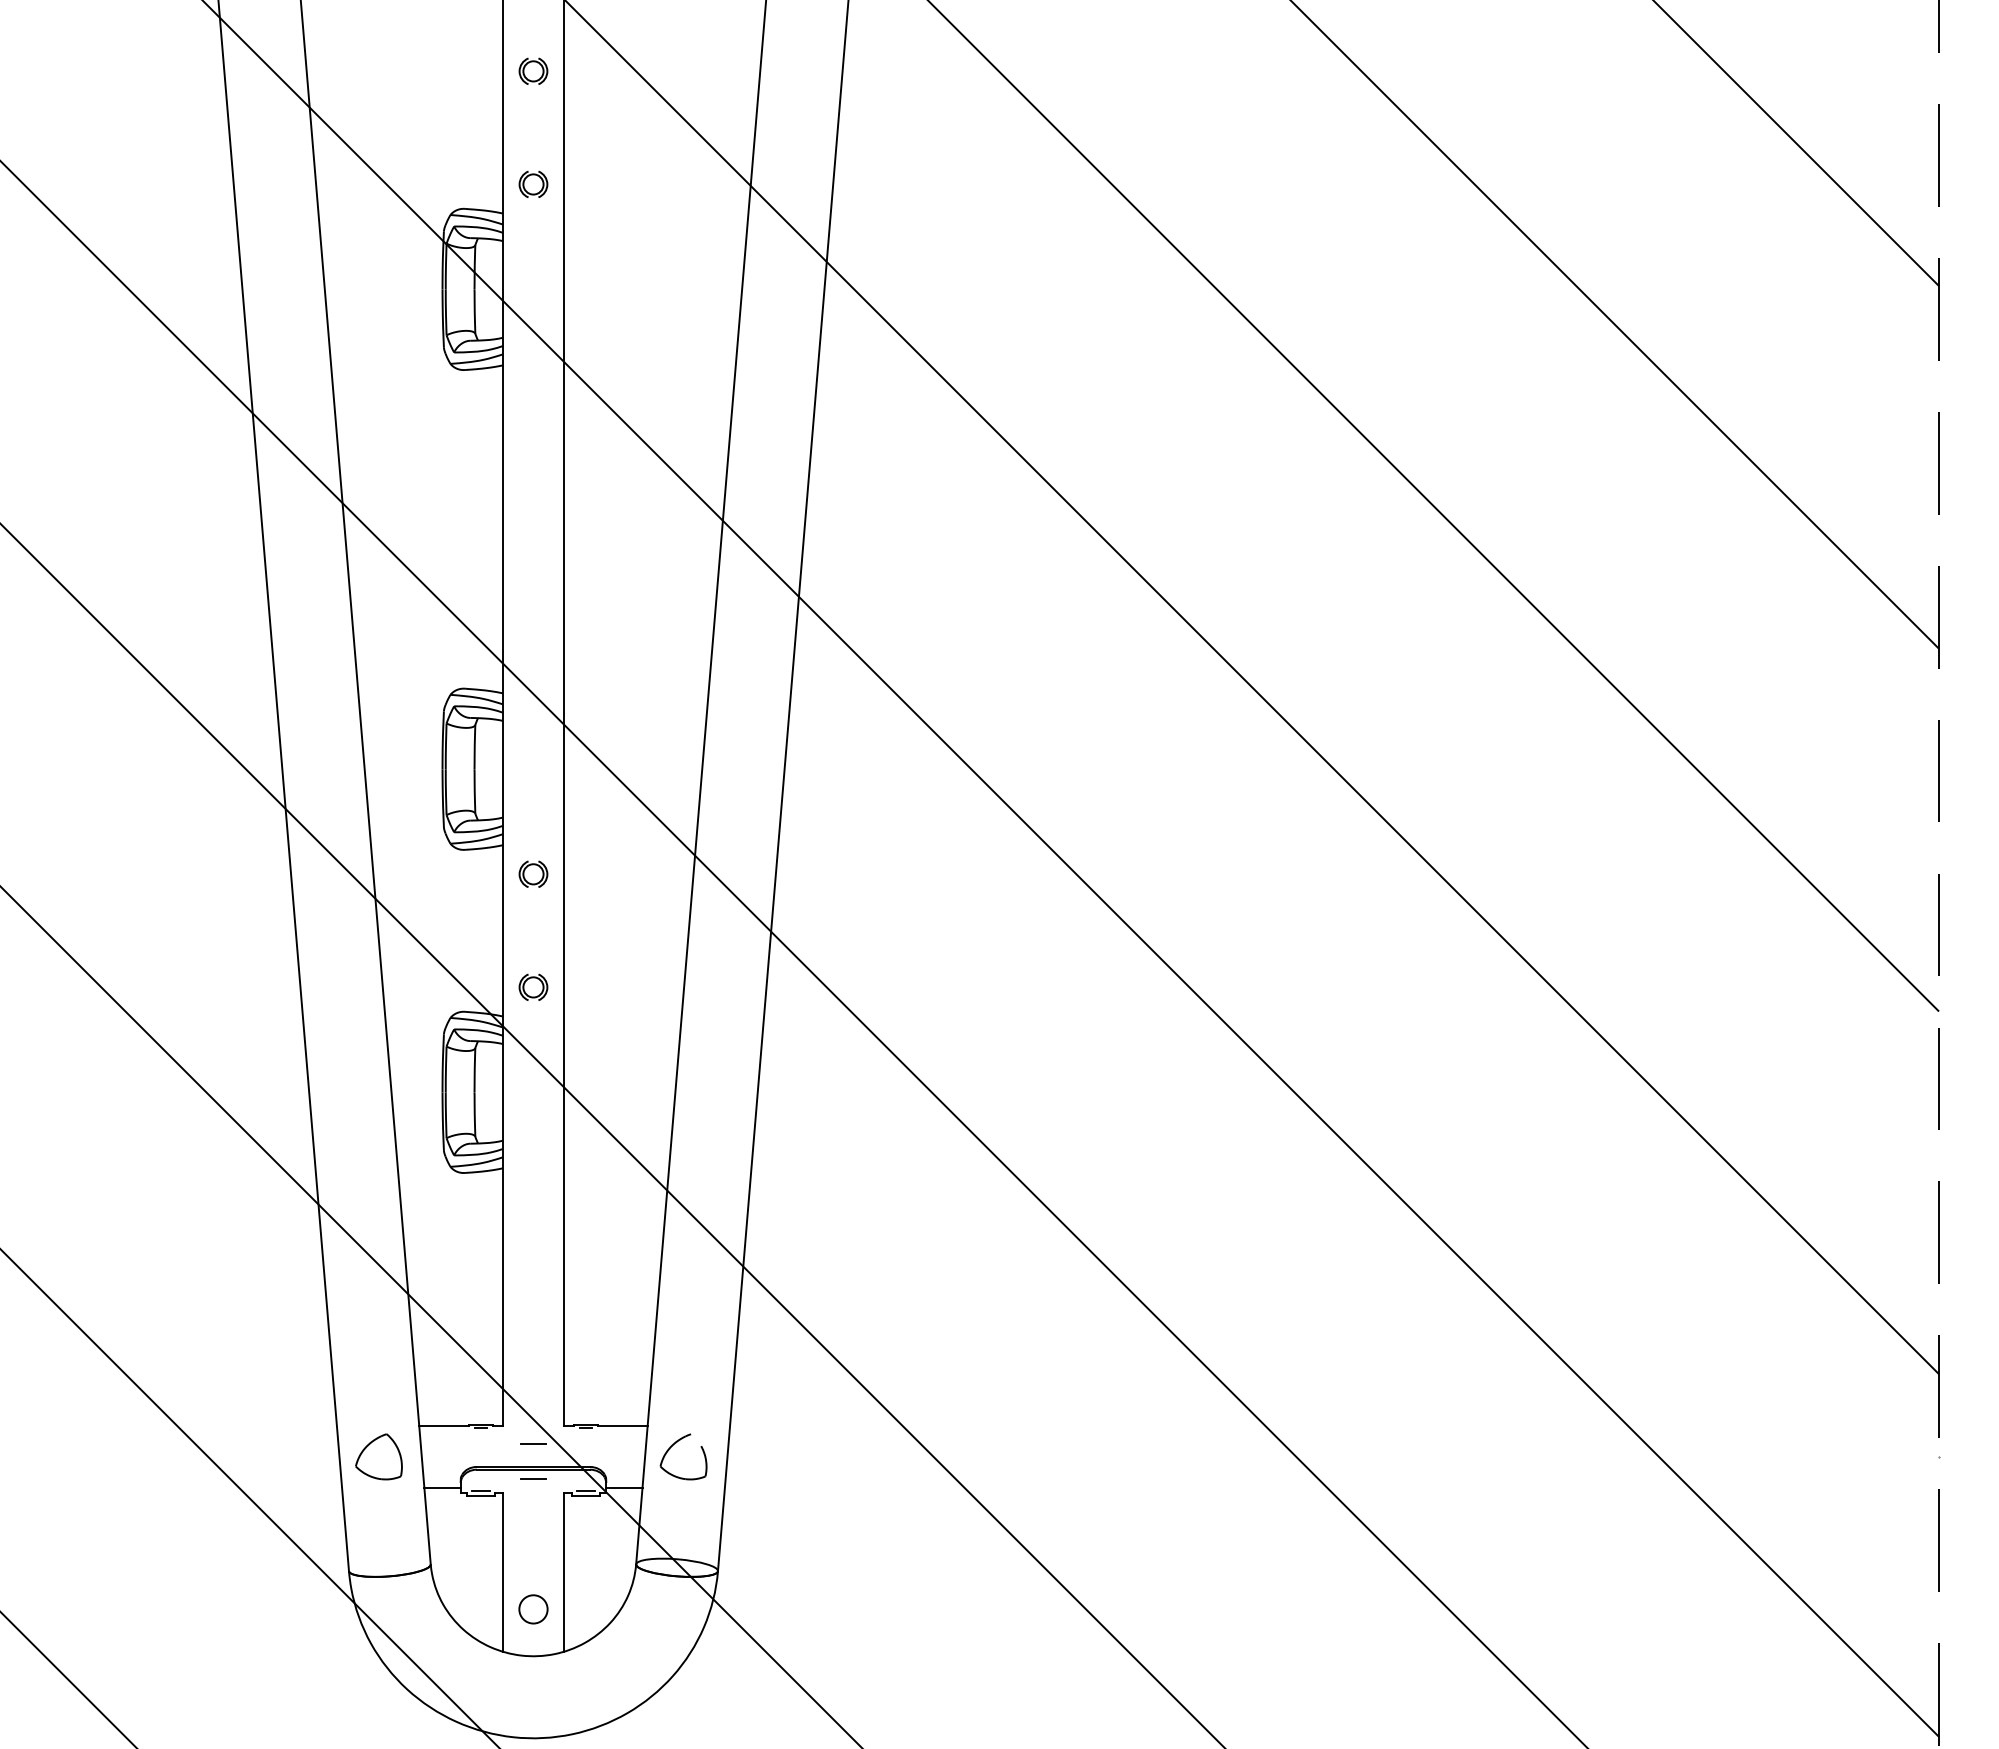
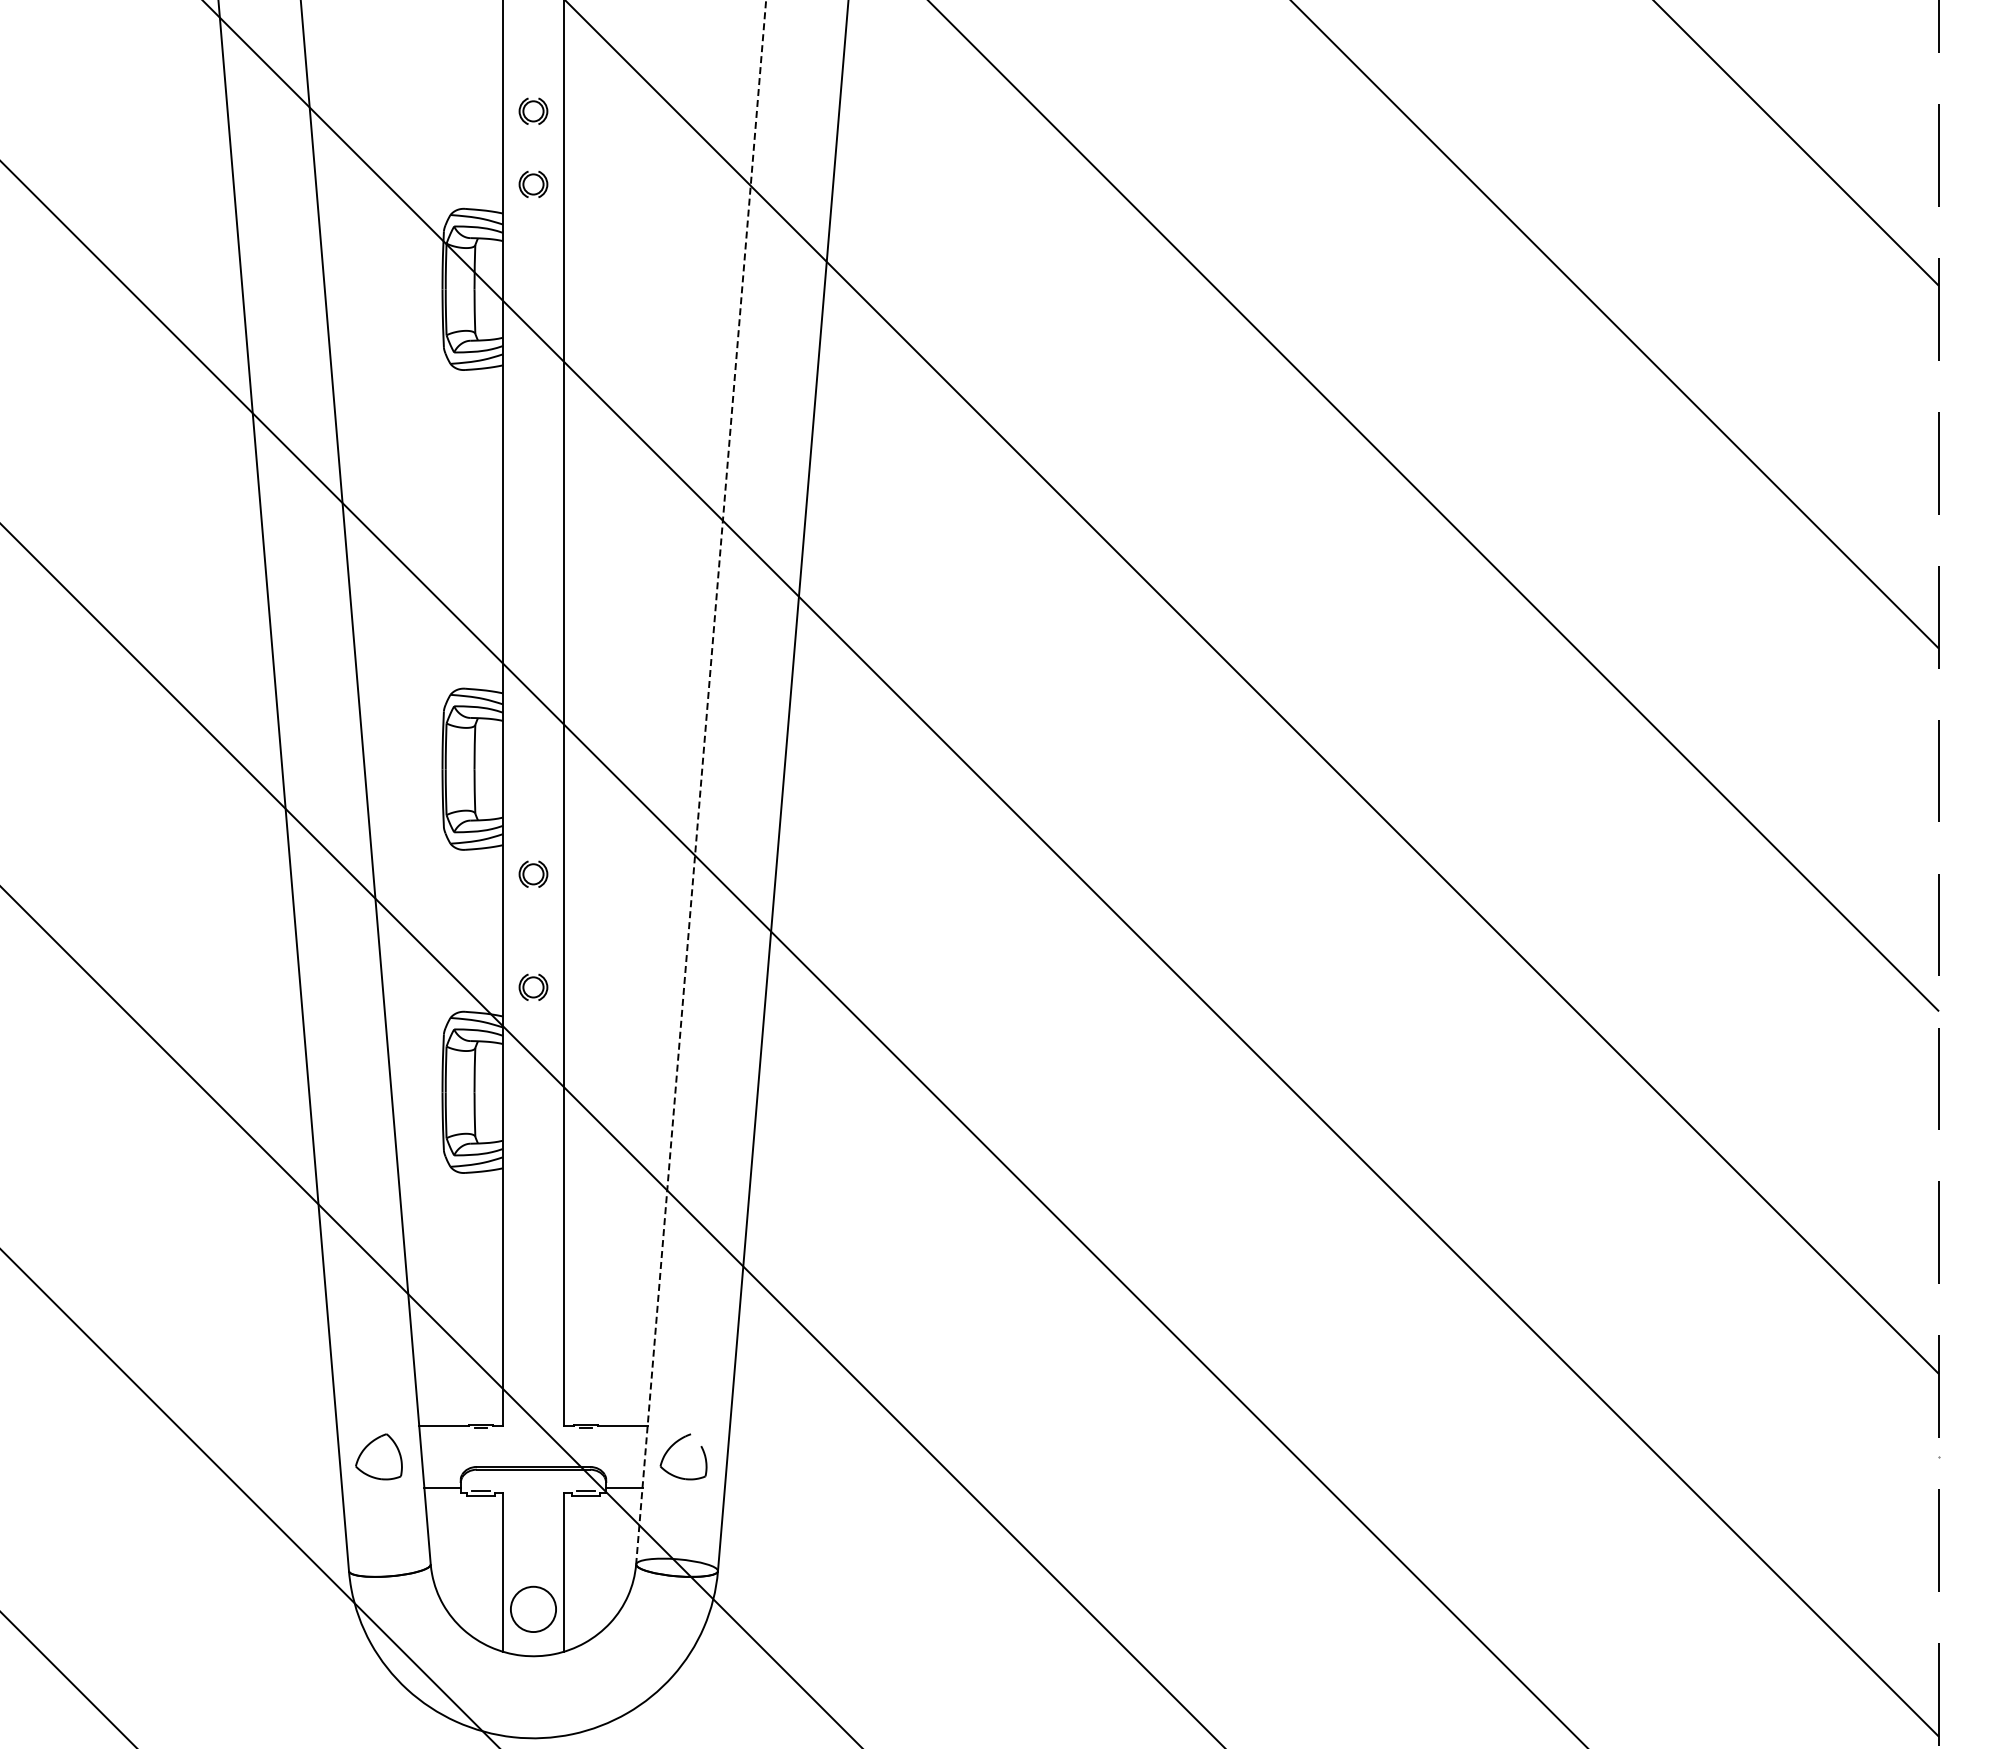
part at (533, 70) position: (533, 70) -> (533, 110)
line at (701, 782): solid -> dashed
line at (533, 1443): present -> none
line at (533, 1478): present -> none
circle at (533, 1609) diameter: 28 px -> 45 px
